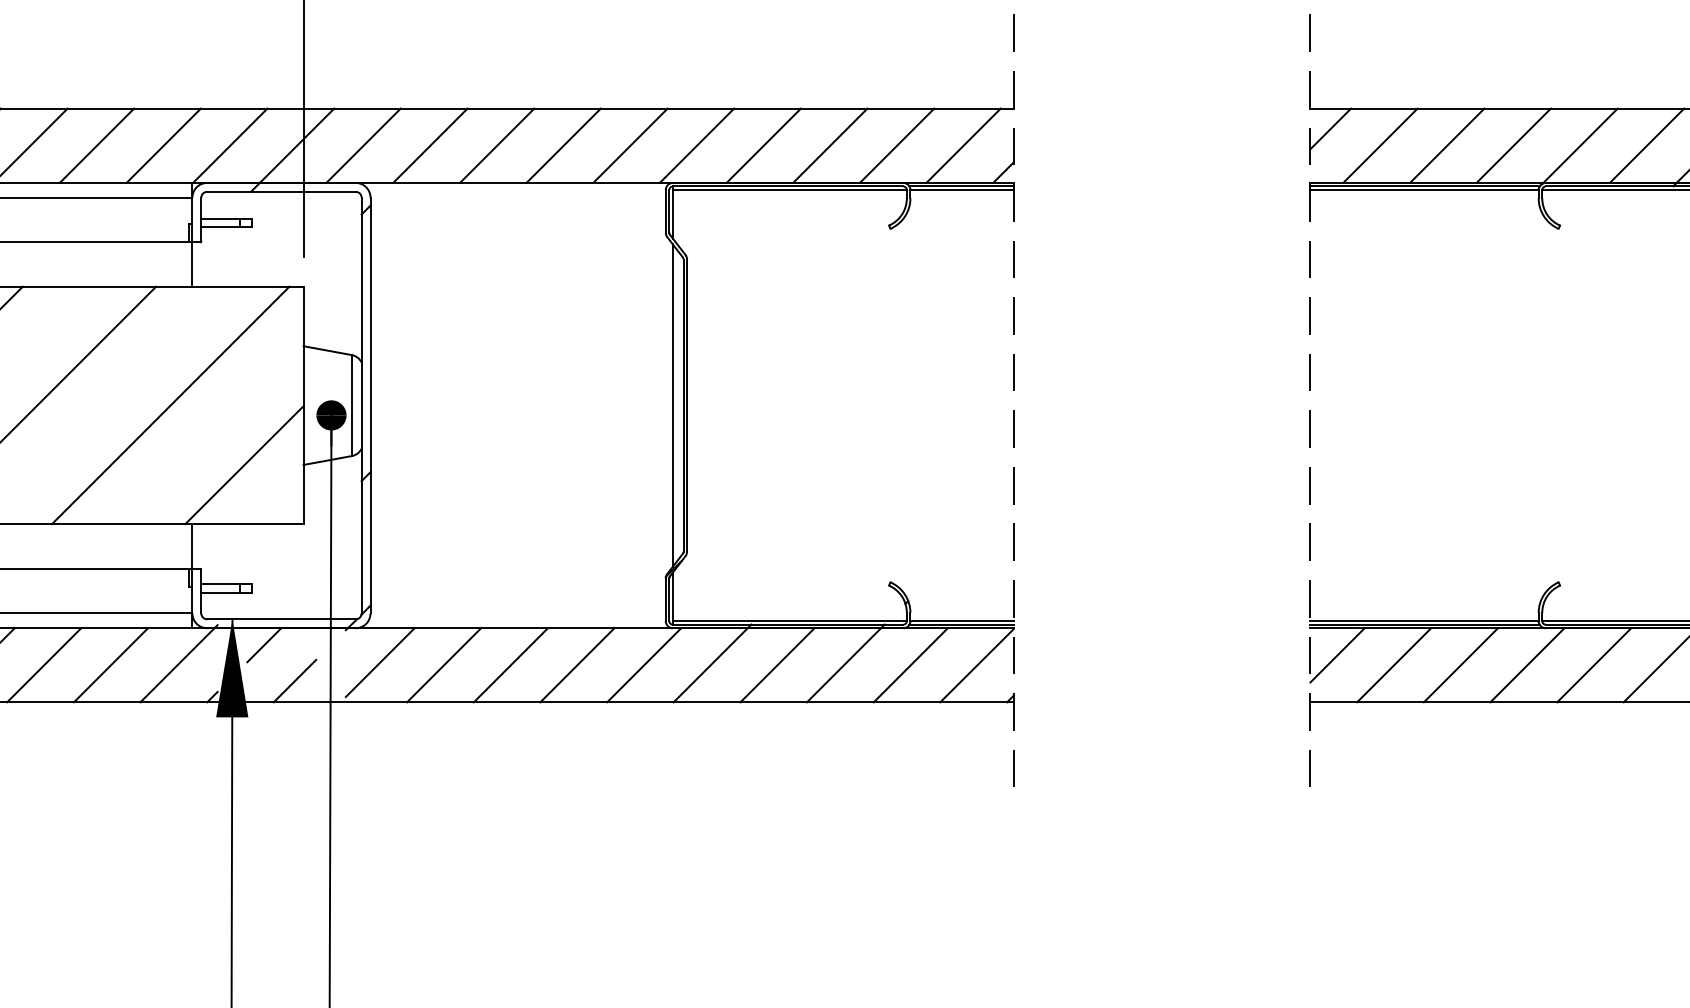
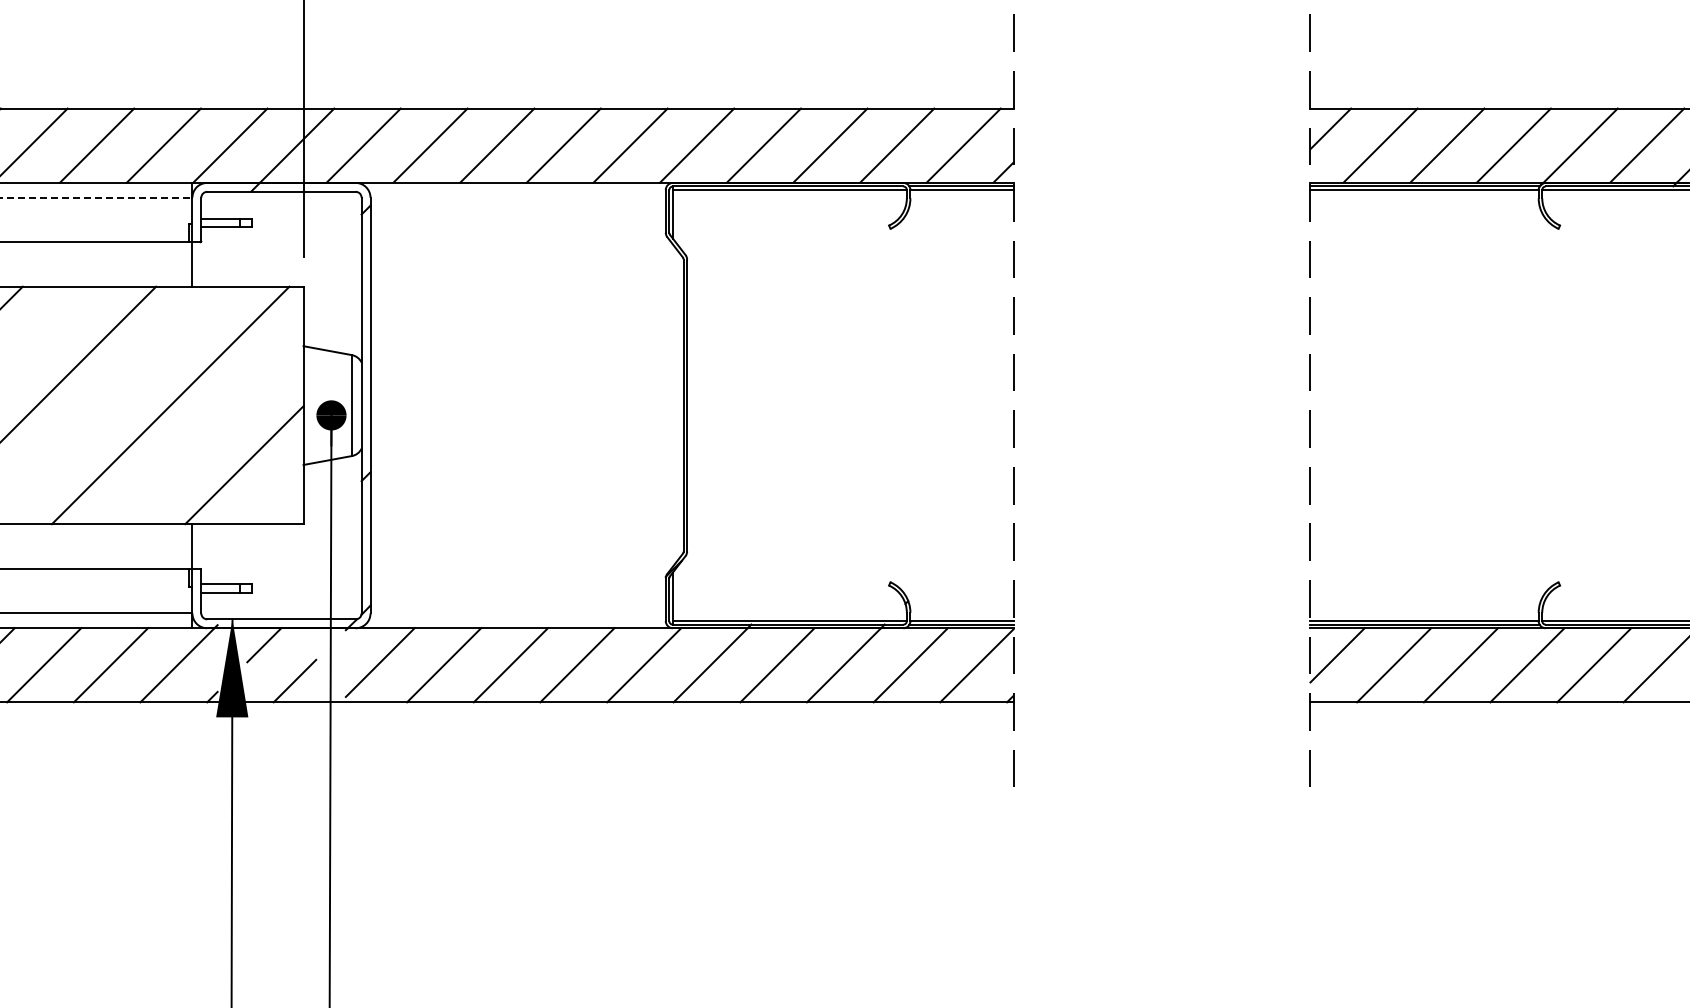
line at (96, 197): solid -> dashed
line at (672, 405): present -> none
